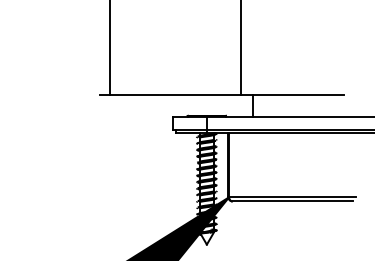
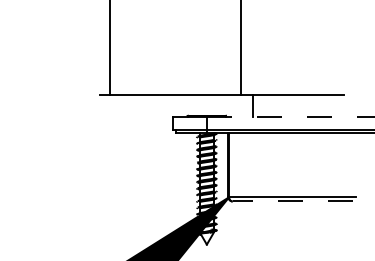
line at (290, 116): solid -> dashed
line at (292, 201): solid -> dashed
